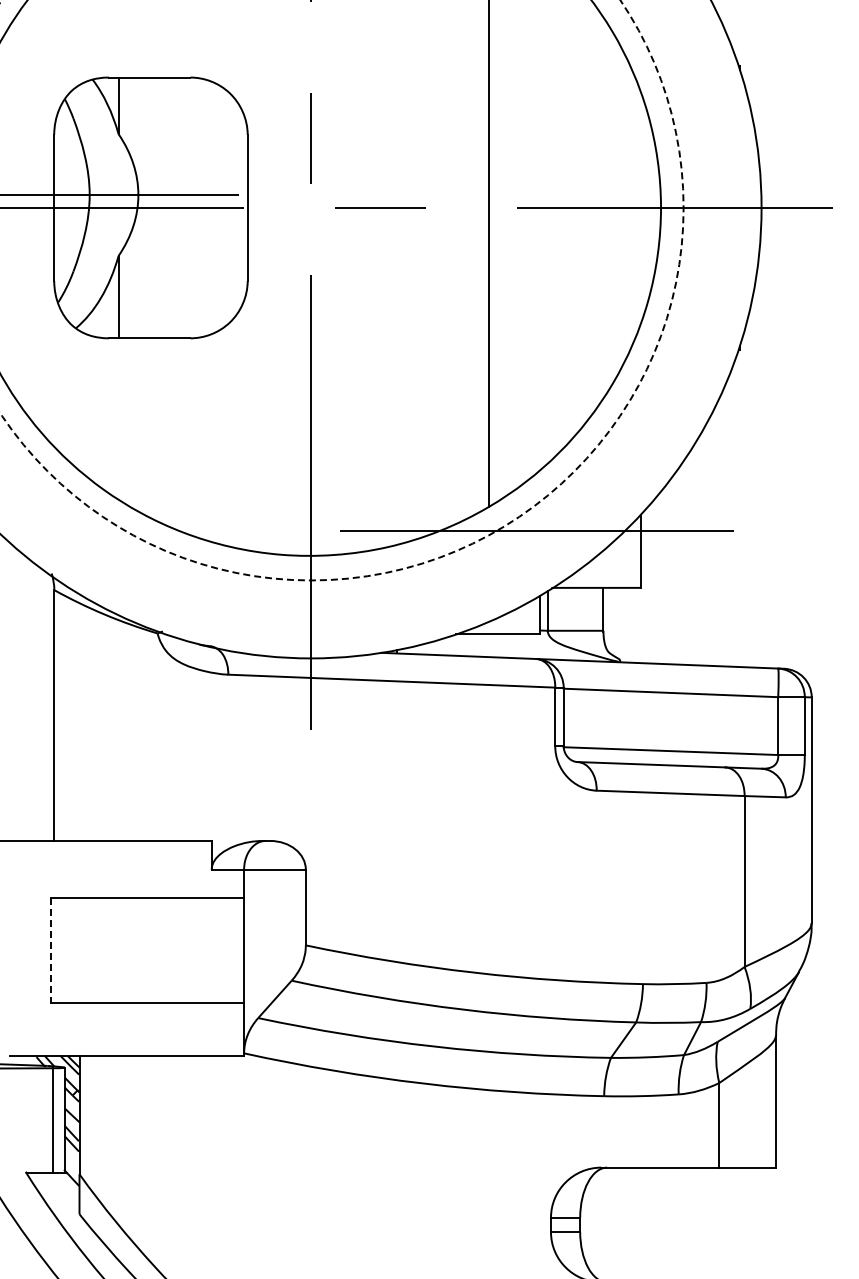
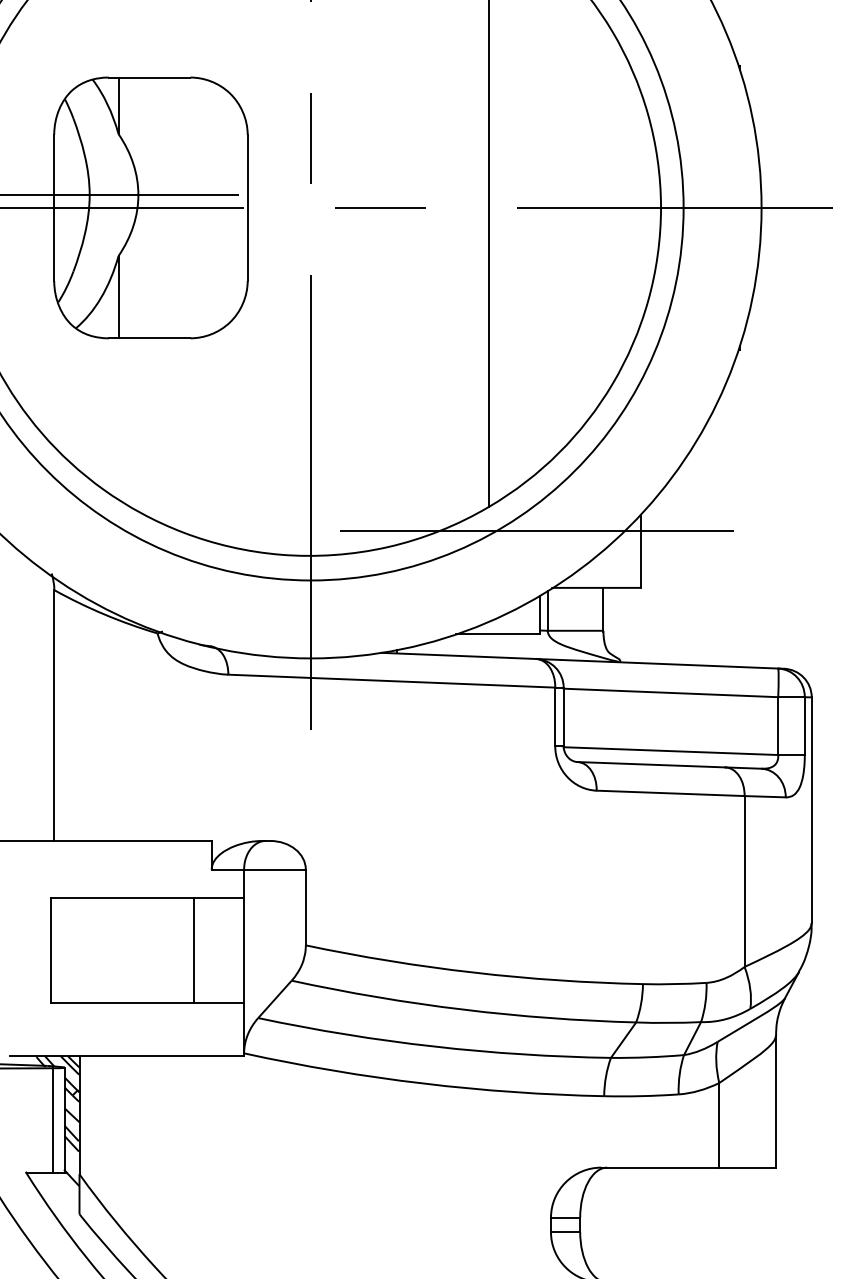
circle at (341, 290): dashed -> solid
line at (193, 950): none -> present
line at (51, 951): dashed -> solid
